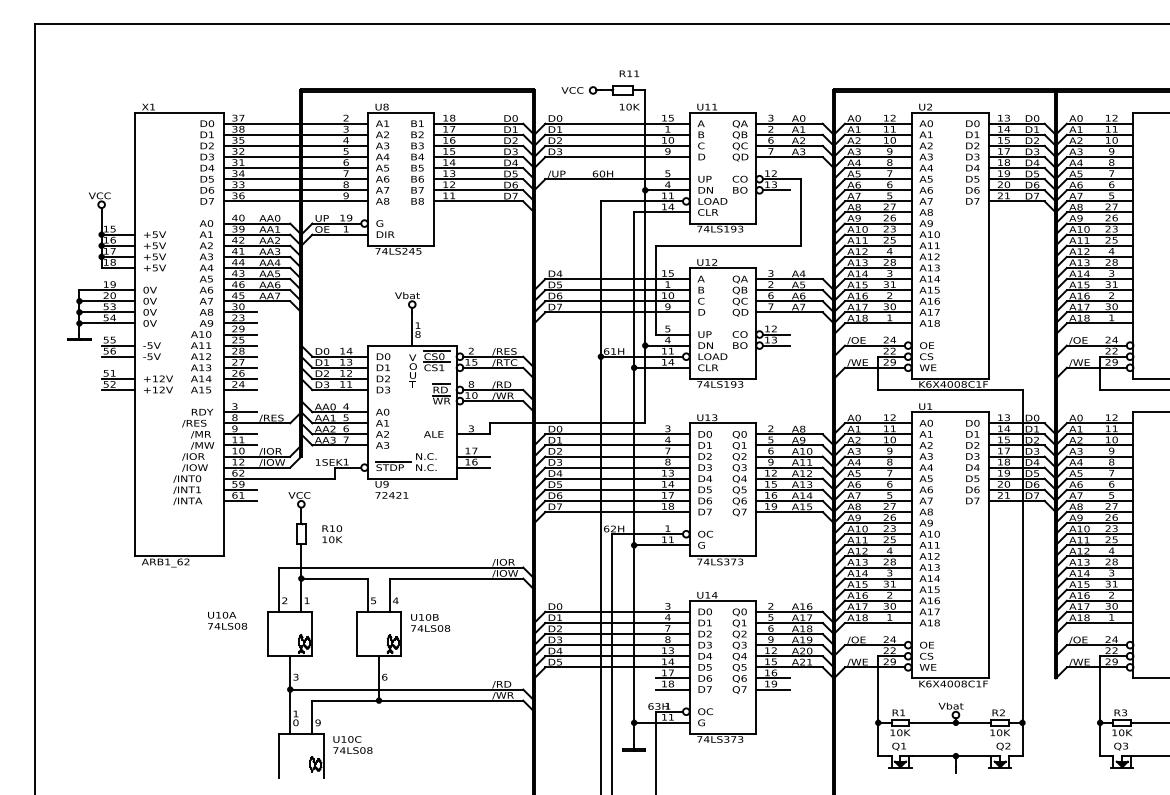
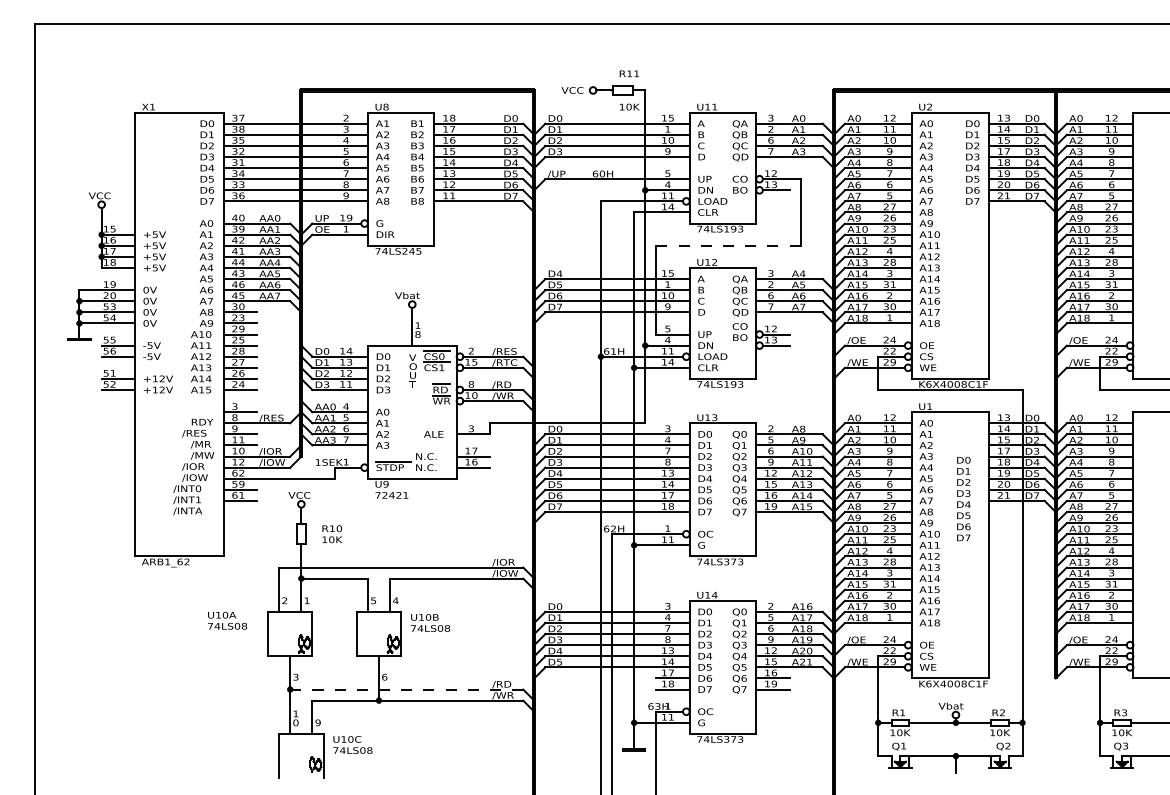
line at (728, 245): solid -> dashed
text at (739, 339) position: (739, 339) -> (739, 331)
text at (193, 456) position: (193, 456) -> (193, 466)
text at (972, 462) position: (972, 462) -> (963, 499)
line at (406, 689): solid -> dashed
